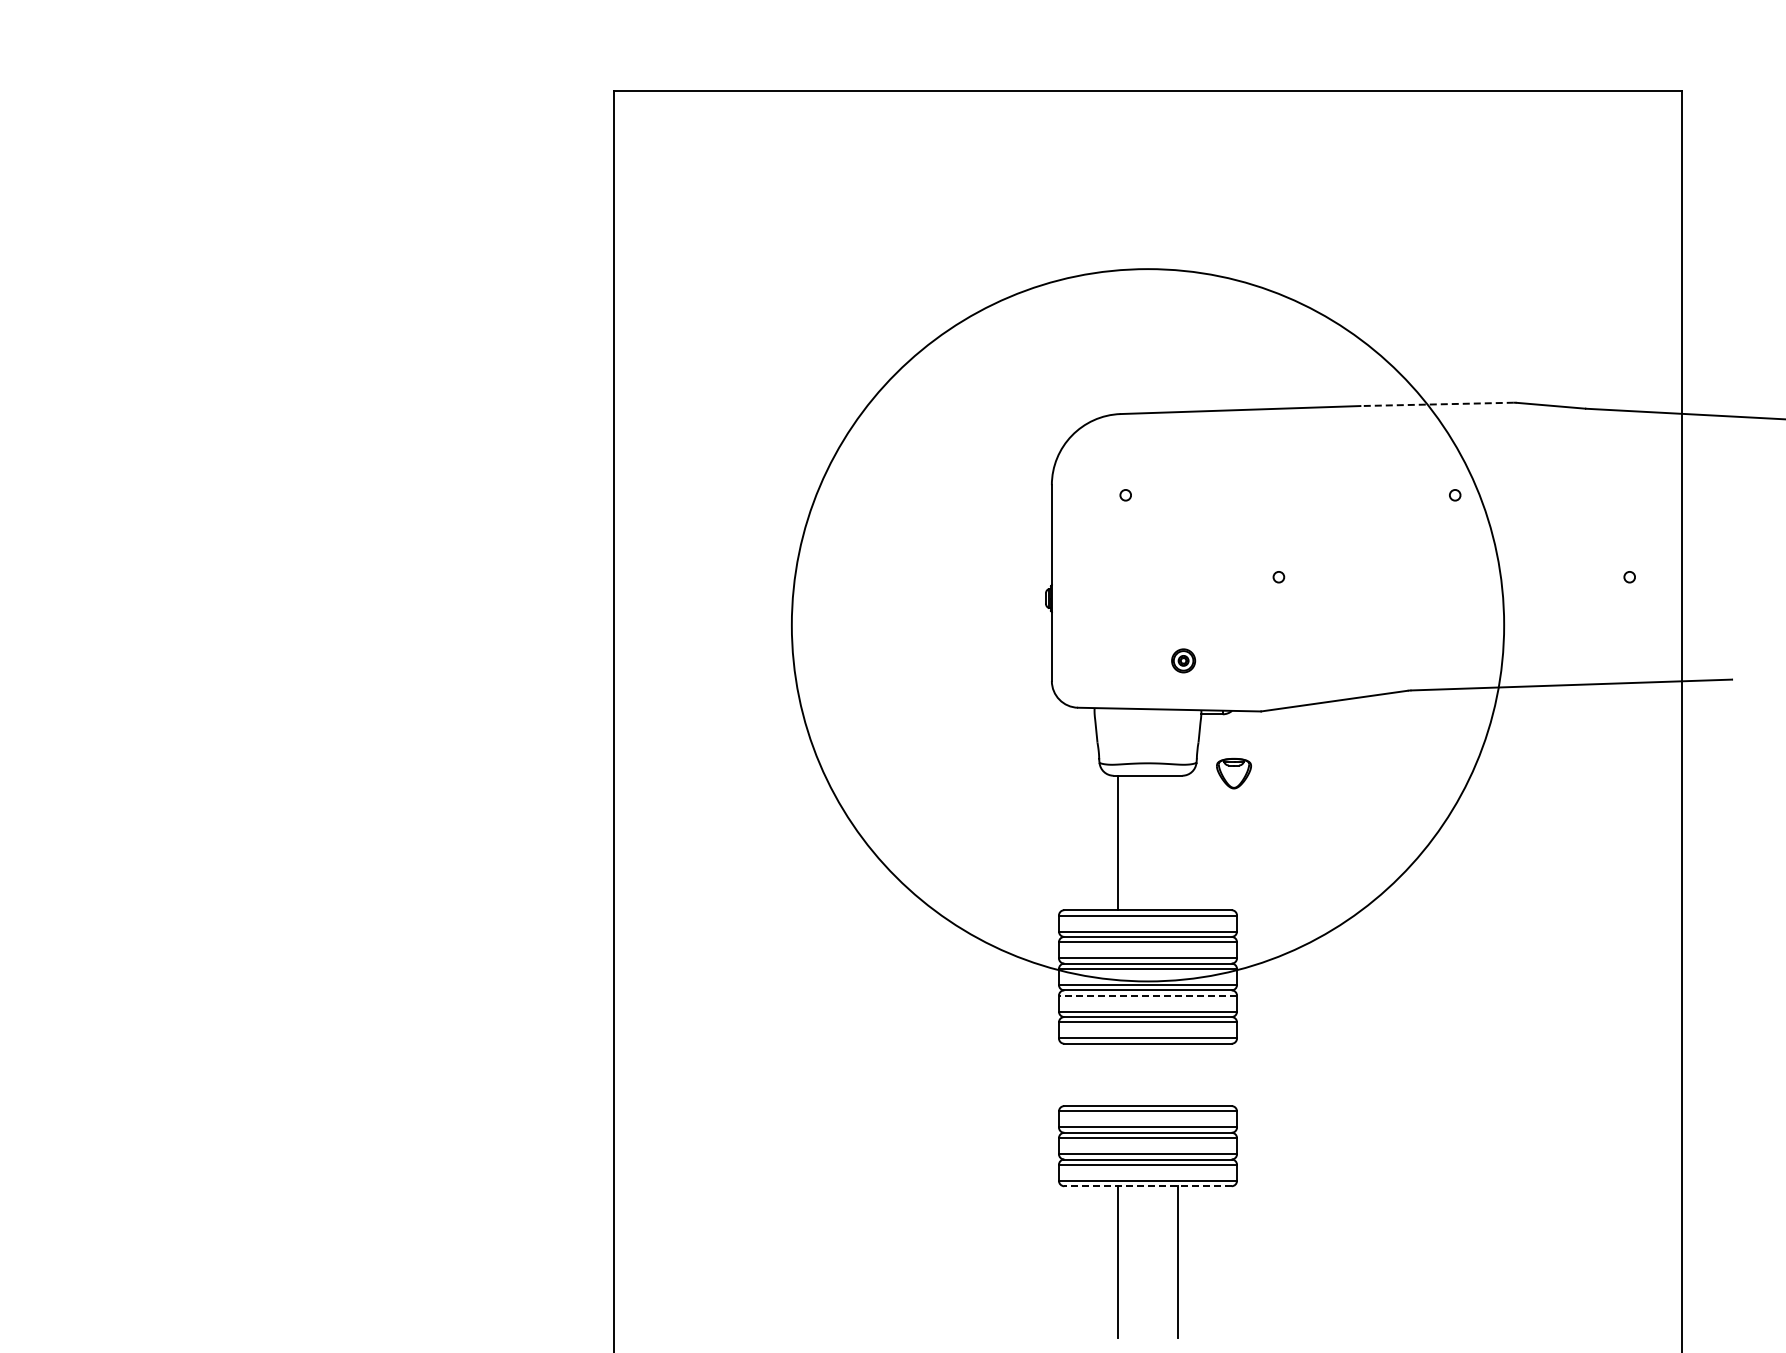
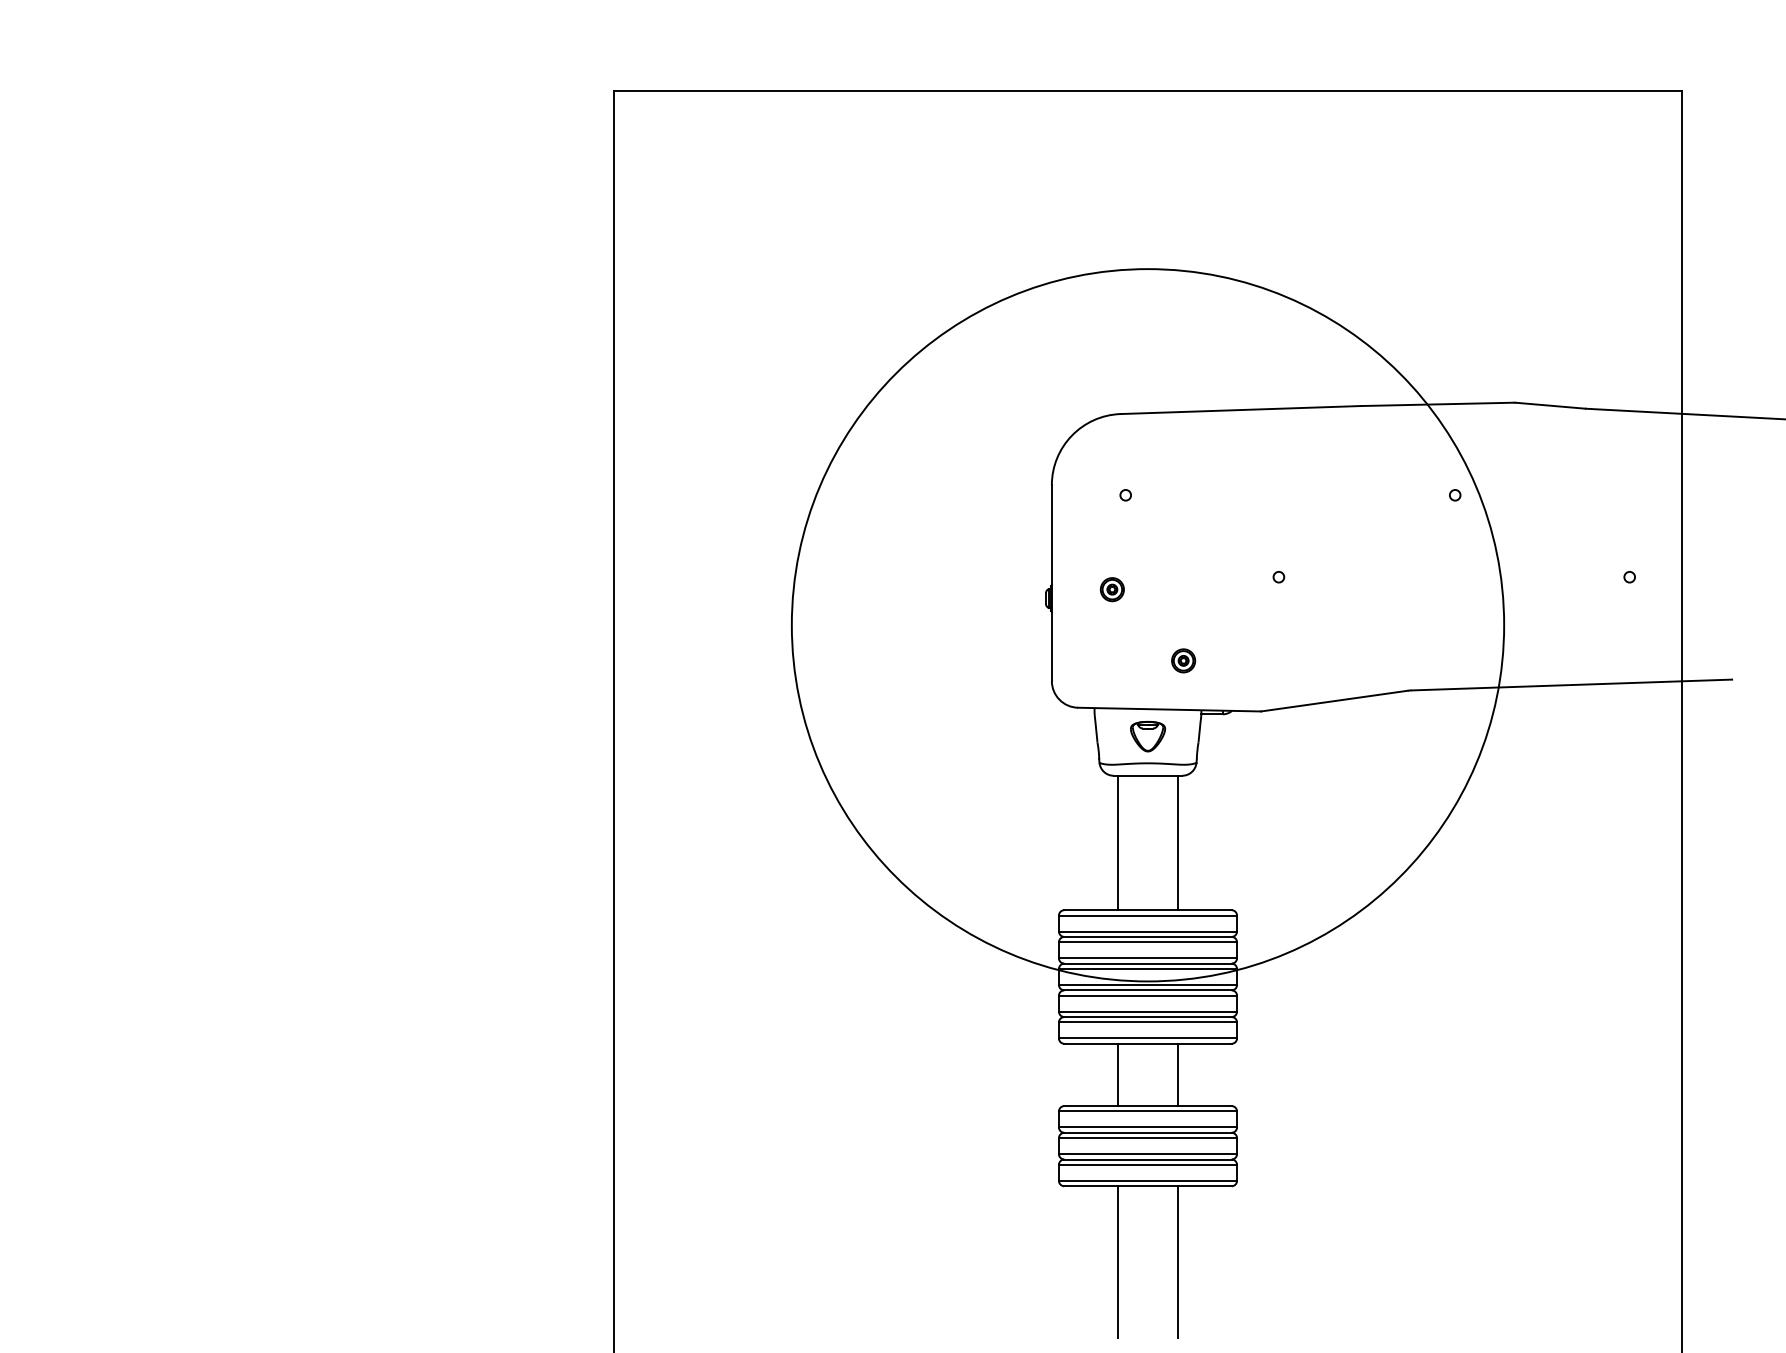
line at (1437, 404): dashed -> solid
part at (1111, 589): none -> present
part at (1233, 773) position: (1233, 773) -> (1147, 736)
line at (1178, 842): none -> present
line at (1147, 995): dashed -> solid
line at (1117, 1074): none -> present
line at (1178, 1074): none -> present
line at (1148, 1186): dashed -> solid
